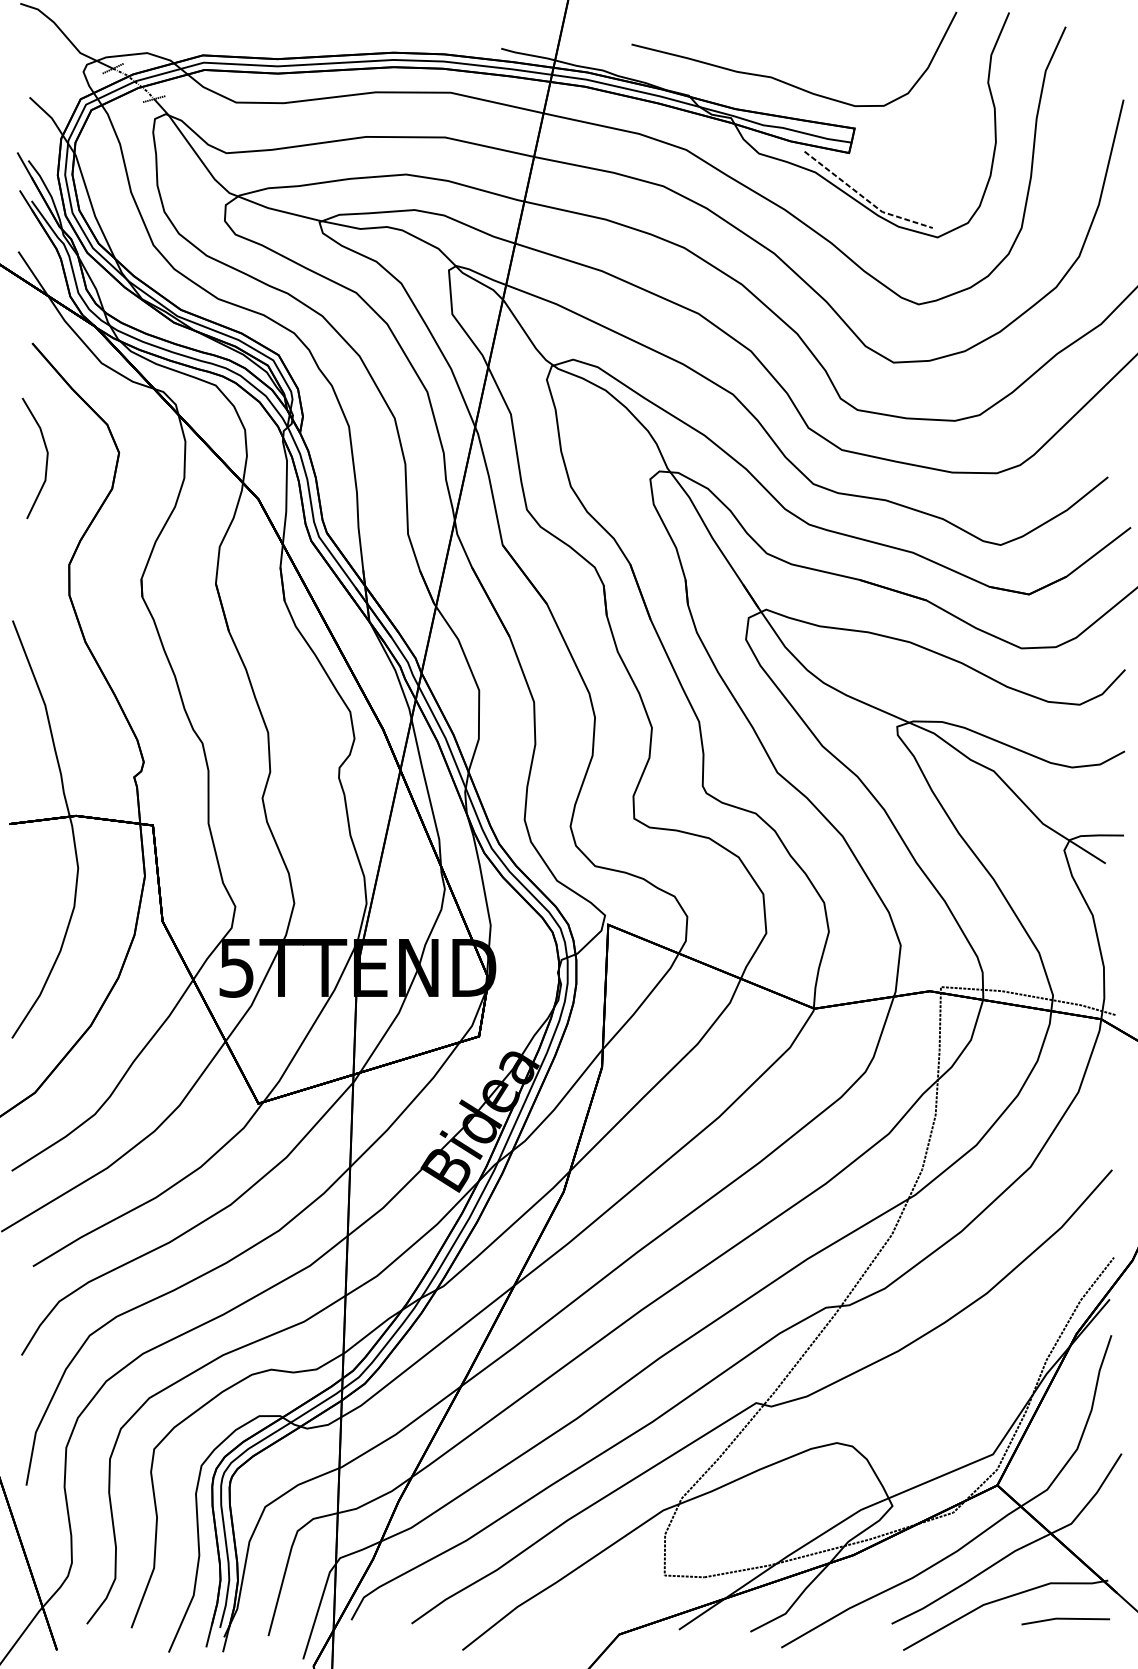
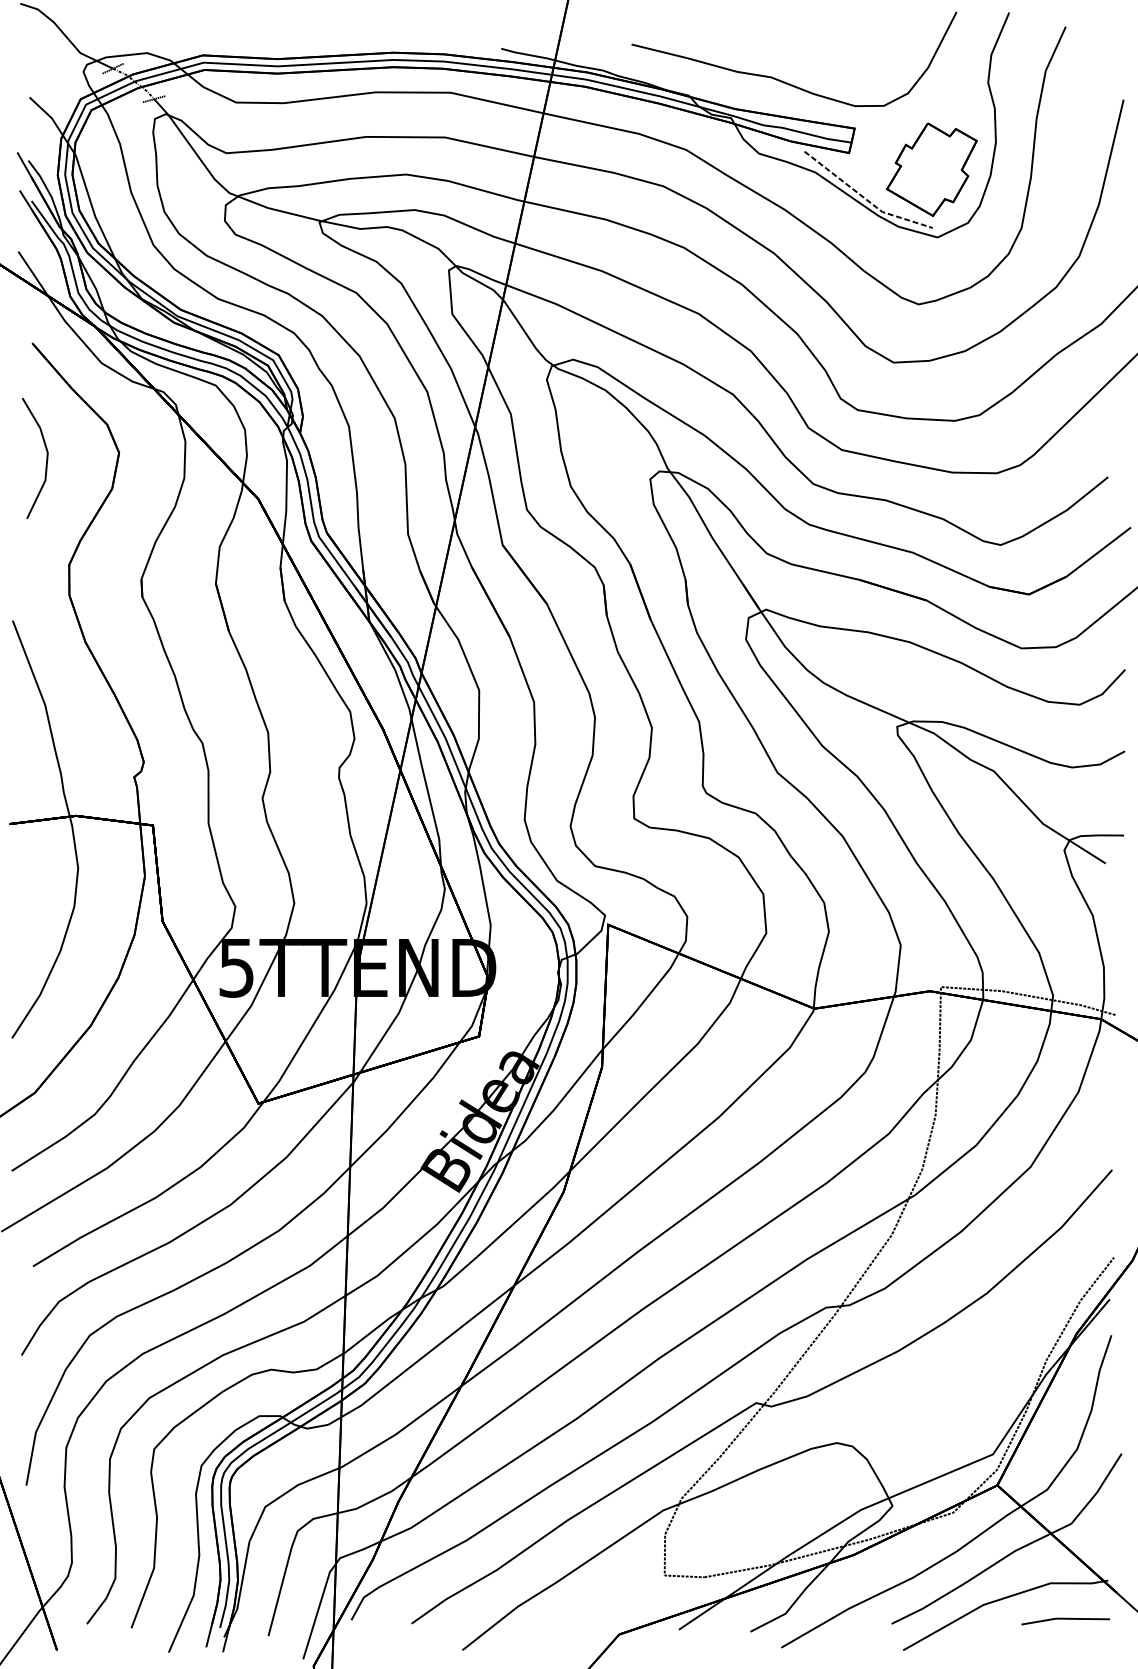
part at (931, 169): none -> present
